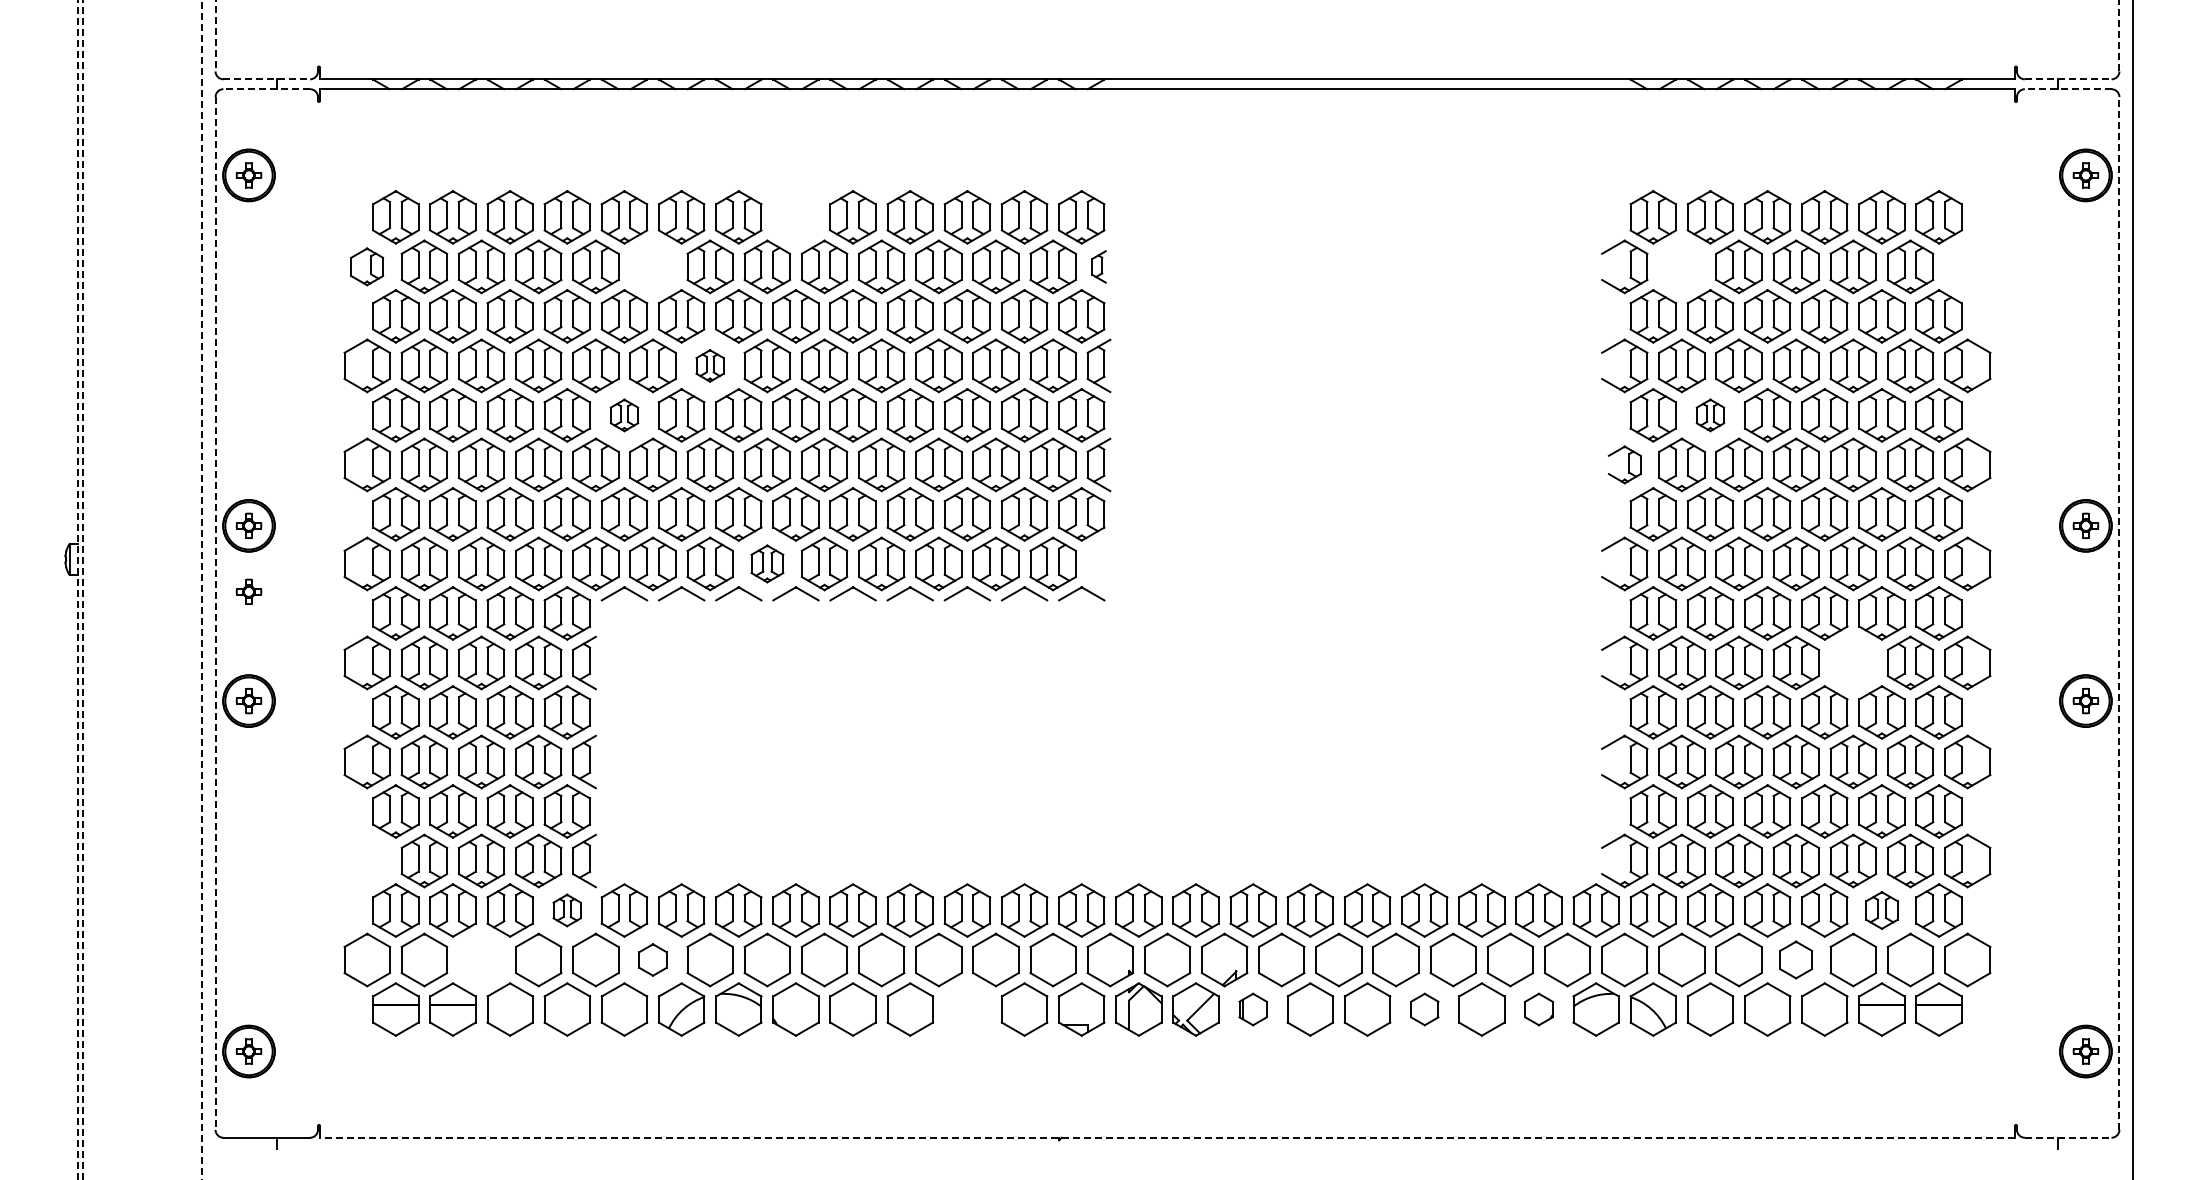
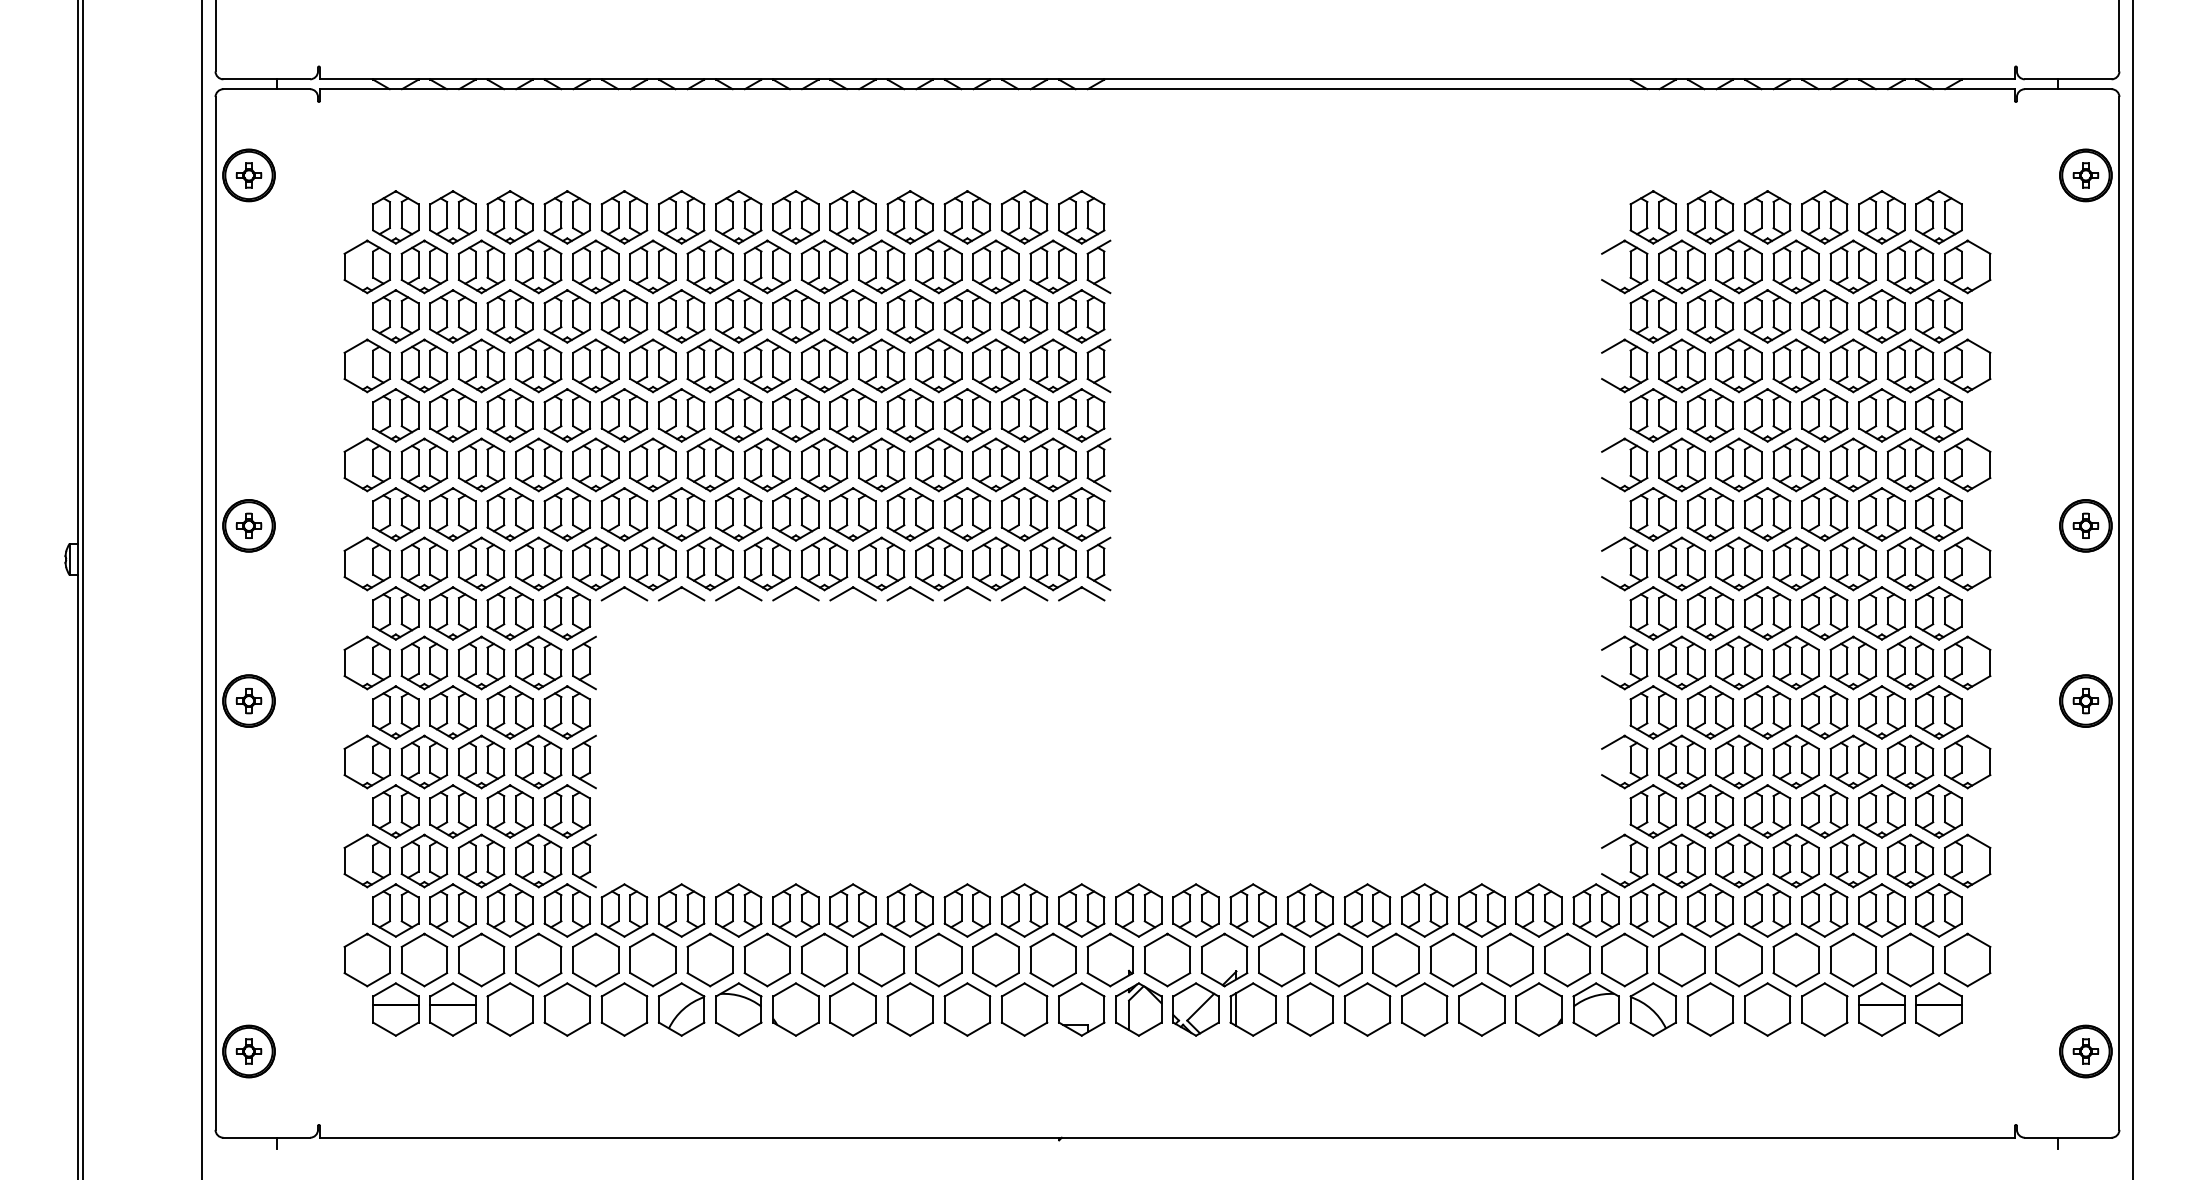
line at (2119, 35): dashed -> solid
line at (215, 36): dashed -> solid
line at (267, 79): dashed -> solid
line at (2068, 79): dashed -> solid
line at (266, 89): dashed -> solid
line at (2067, 89): dashed -> solid
part at (795, 217): none -> present
part at (367, 266) size: 35x40 px -> 48x56 px
part at (652, 266): none -> present
part at (1098, 266) size: 16x34 px -> 26x56 px
part at (1681, 266): none -> present
part at (1967, 266): none -> present
part at (709, 365) size: 30x34 px -> 48x56 px
part at (624, 415) size: 31x35 px -> 49x55 px
part at (1710, 415) size: 31x35 px -> 49x55 px
part at (1624, 464) size: 35x40 px -> 48x56 px
part at (767, 563) size: 35x40 px -> 49x56 px
part at (1098, 563): none -> present
line at (77, 589): dashed -> solid
line at (83, 589): dashed -> solid
line at (201, 590): dashed -> solid
part at (248, 591): present -> none
line at (2119, 612): dashed -> solid
line at (215, 613): dashed -> solid
part at (1853, 662): none -> present
part at (366, 860): none -> present
part at (566, 910) size: 30x35 px -> 48x55 px
part at (1881, 910) size: 34x39 px -> 48x55 px
part at (481, 959): none -> present
part at (652, 959) size: 30x34 px -> 48x56 px
part at (1796, 959) size: 35x40 px -> 48x56 px
part at (967, 1009): none -> present
part at (1252, 1009) size: 30x35 px -> 48x55 px
part at (1424, 1009) size: 30x35 px -> 48x55 px
part at (1538, 1009) size: 30x35 px -> 48x55 px
line at (1167, 1137): dashed -> solid
line at (2068, 1137): dashed -> solid
